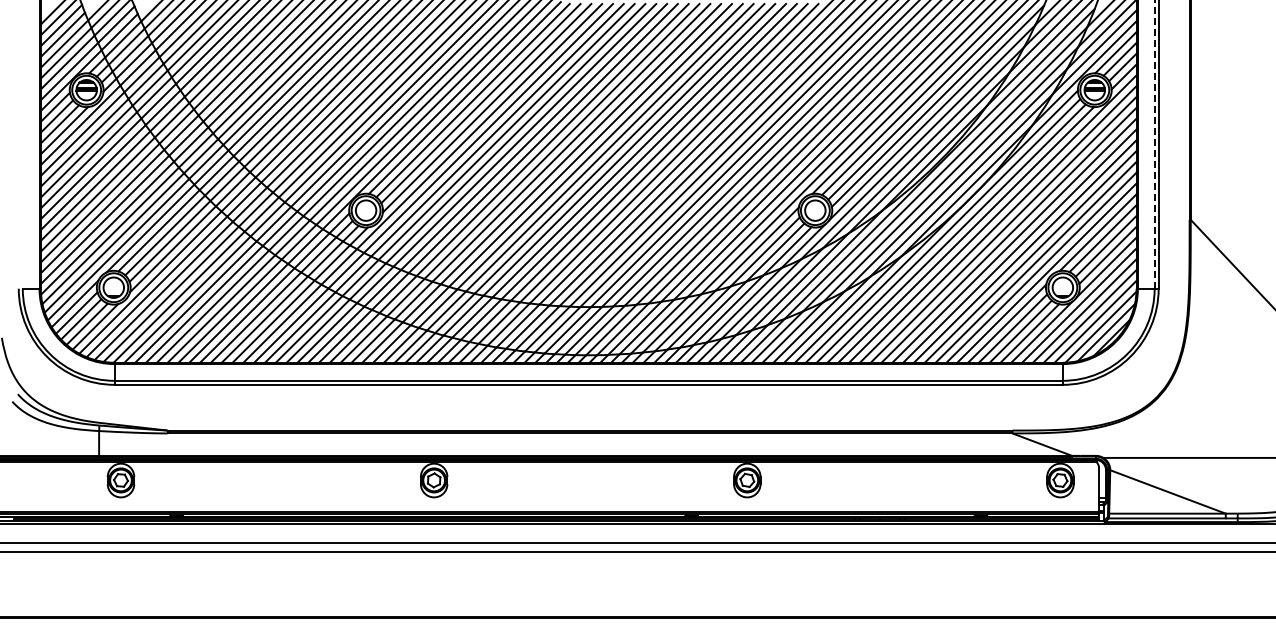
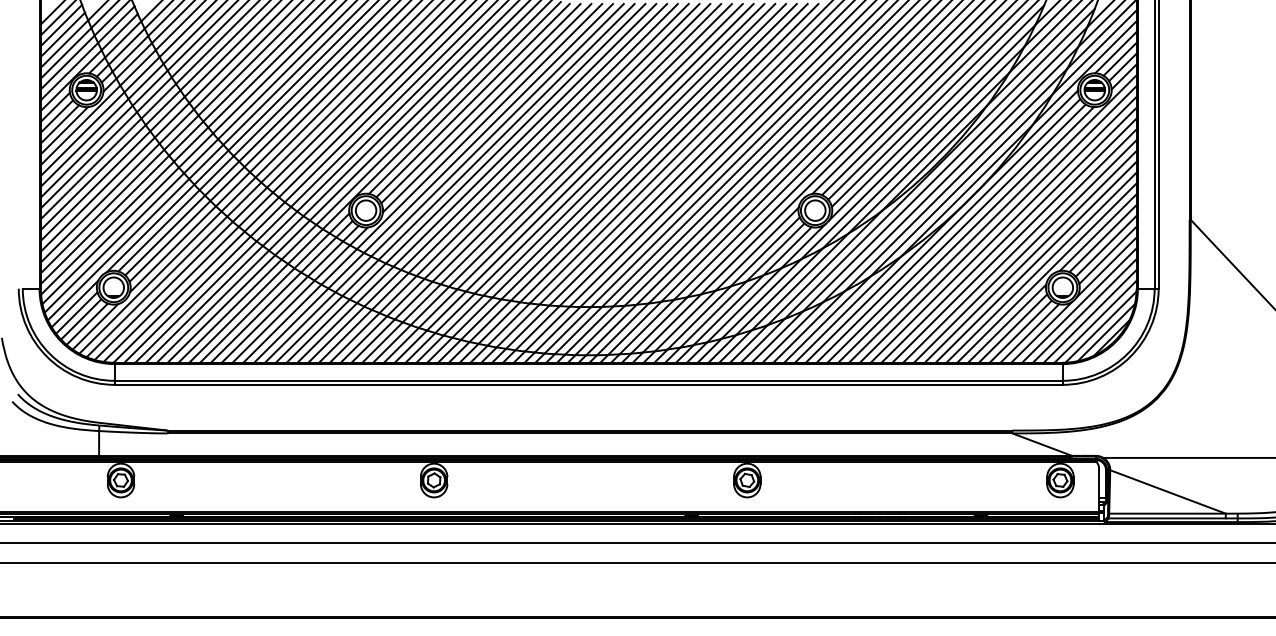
line at (1154, 143): dashed -> solid
line at (637, 551) position: (637, 551) -> (637, 562)
